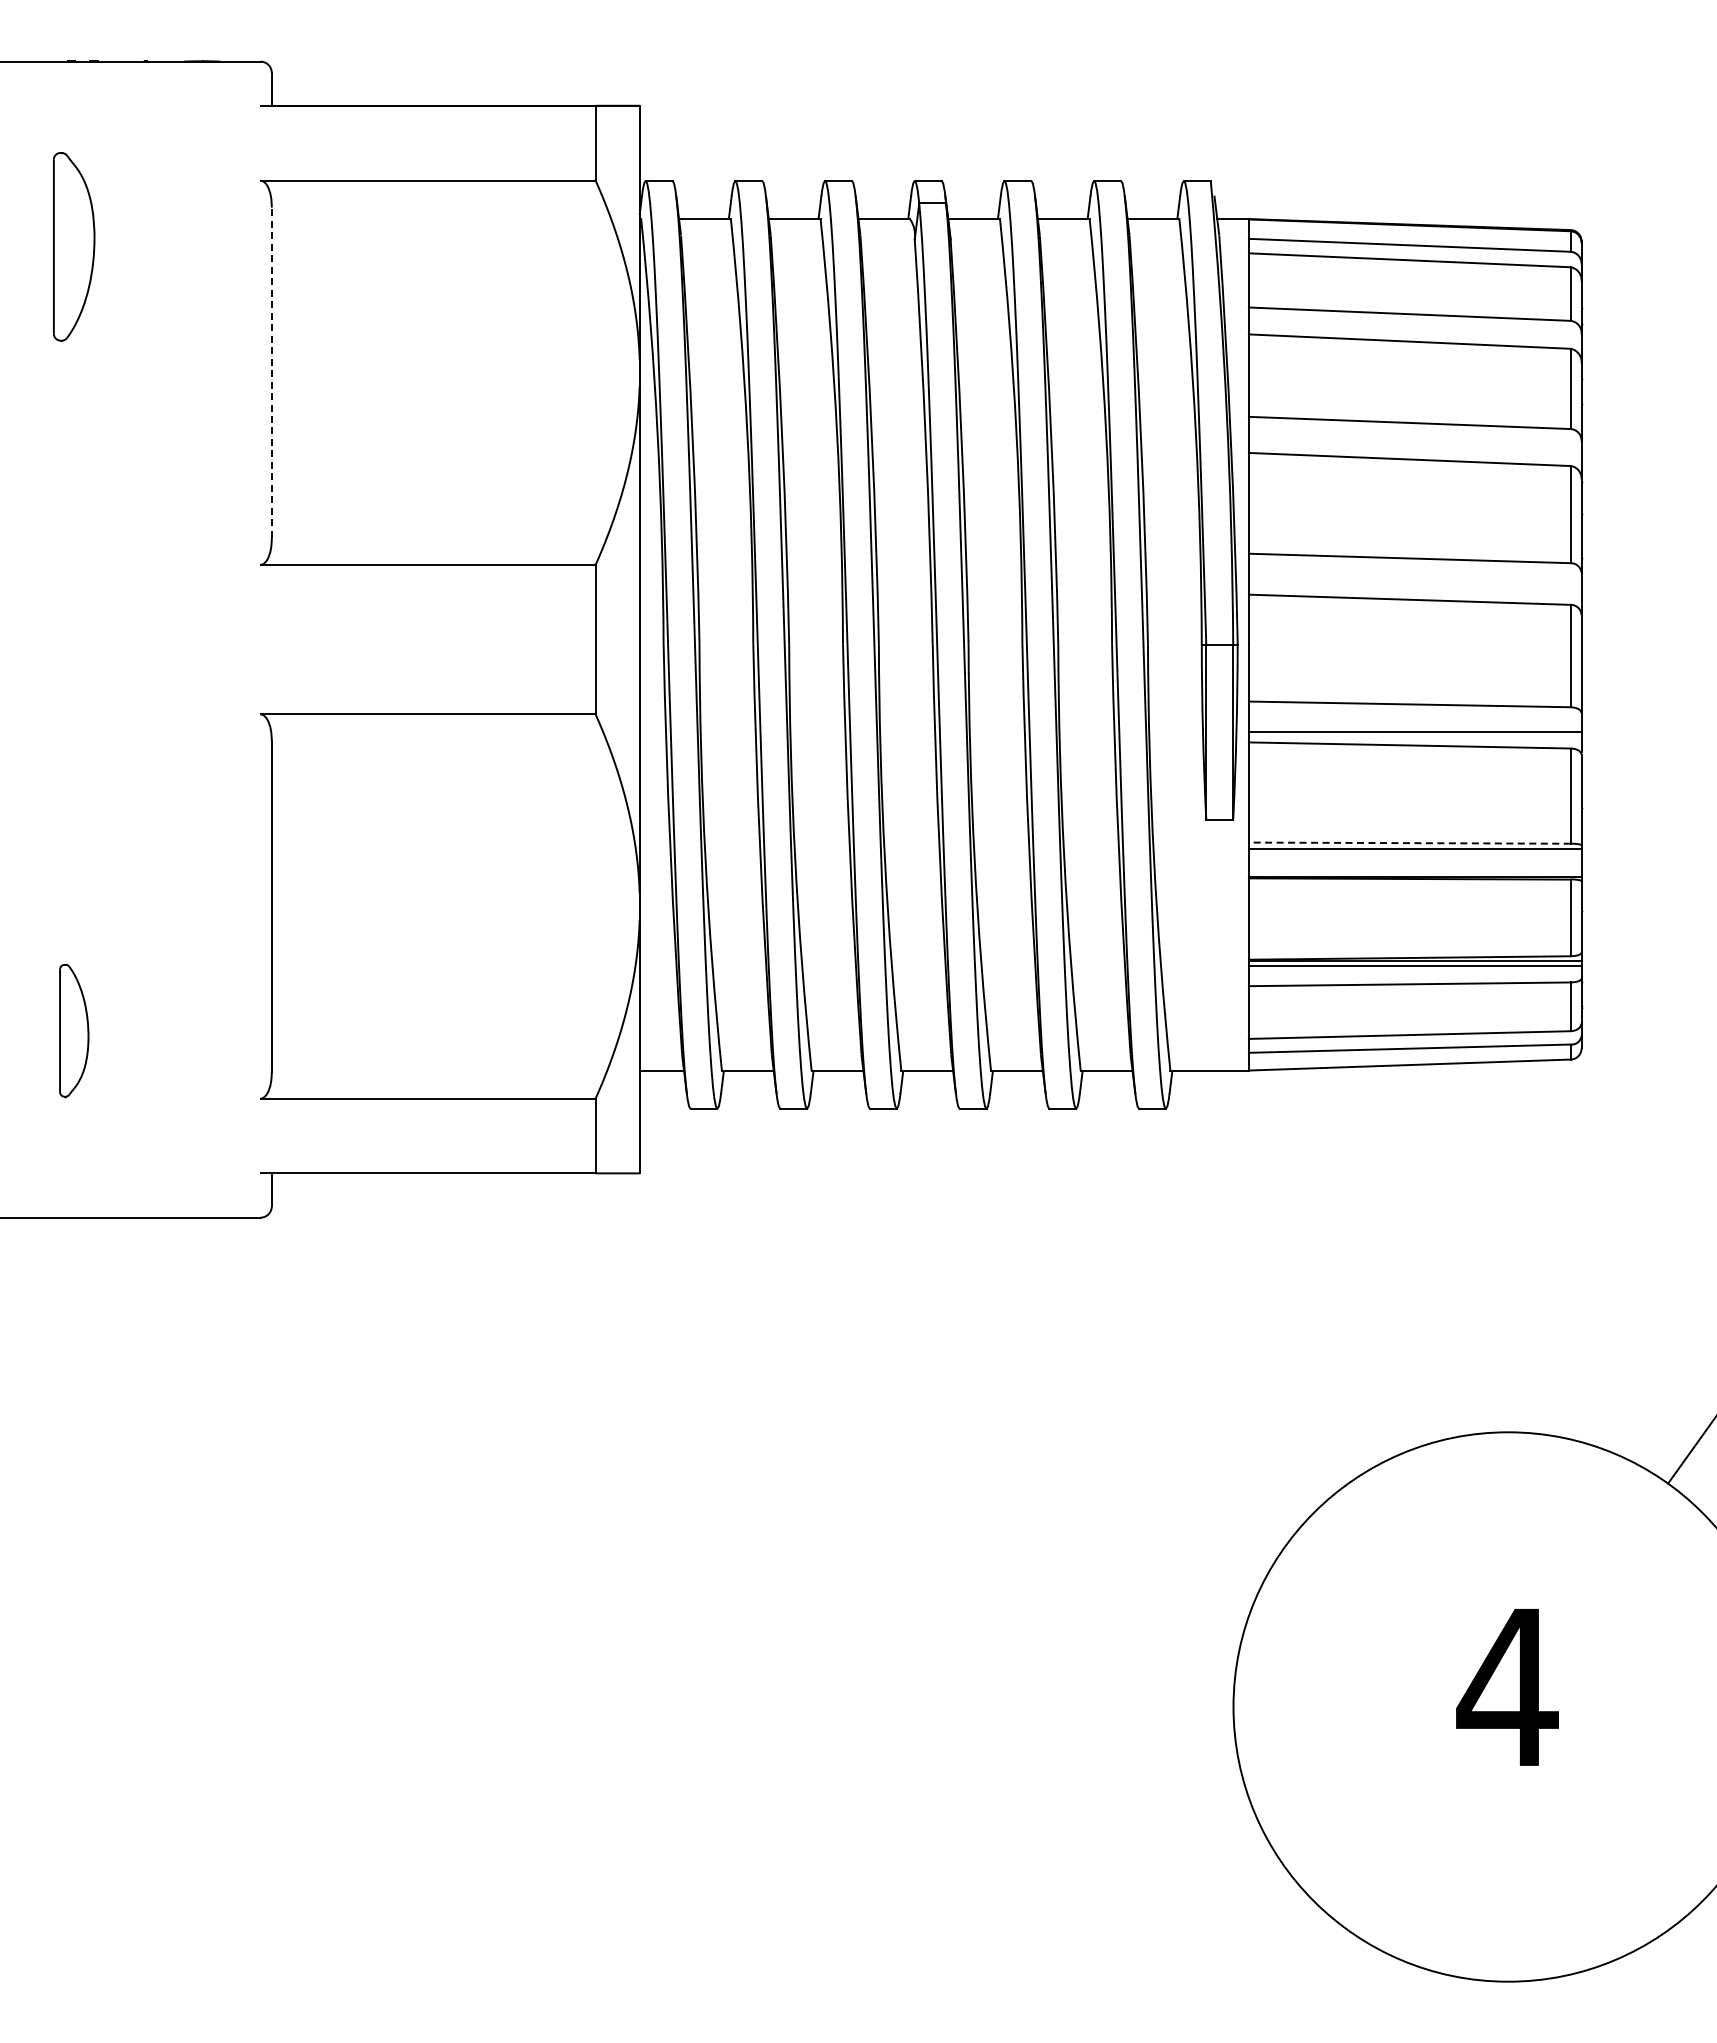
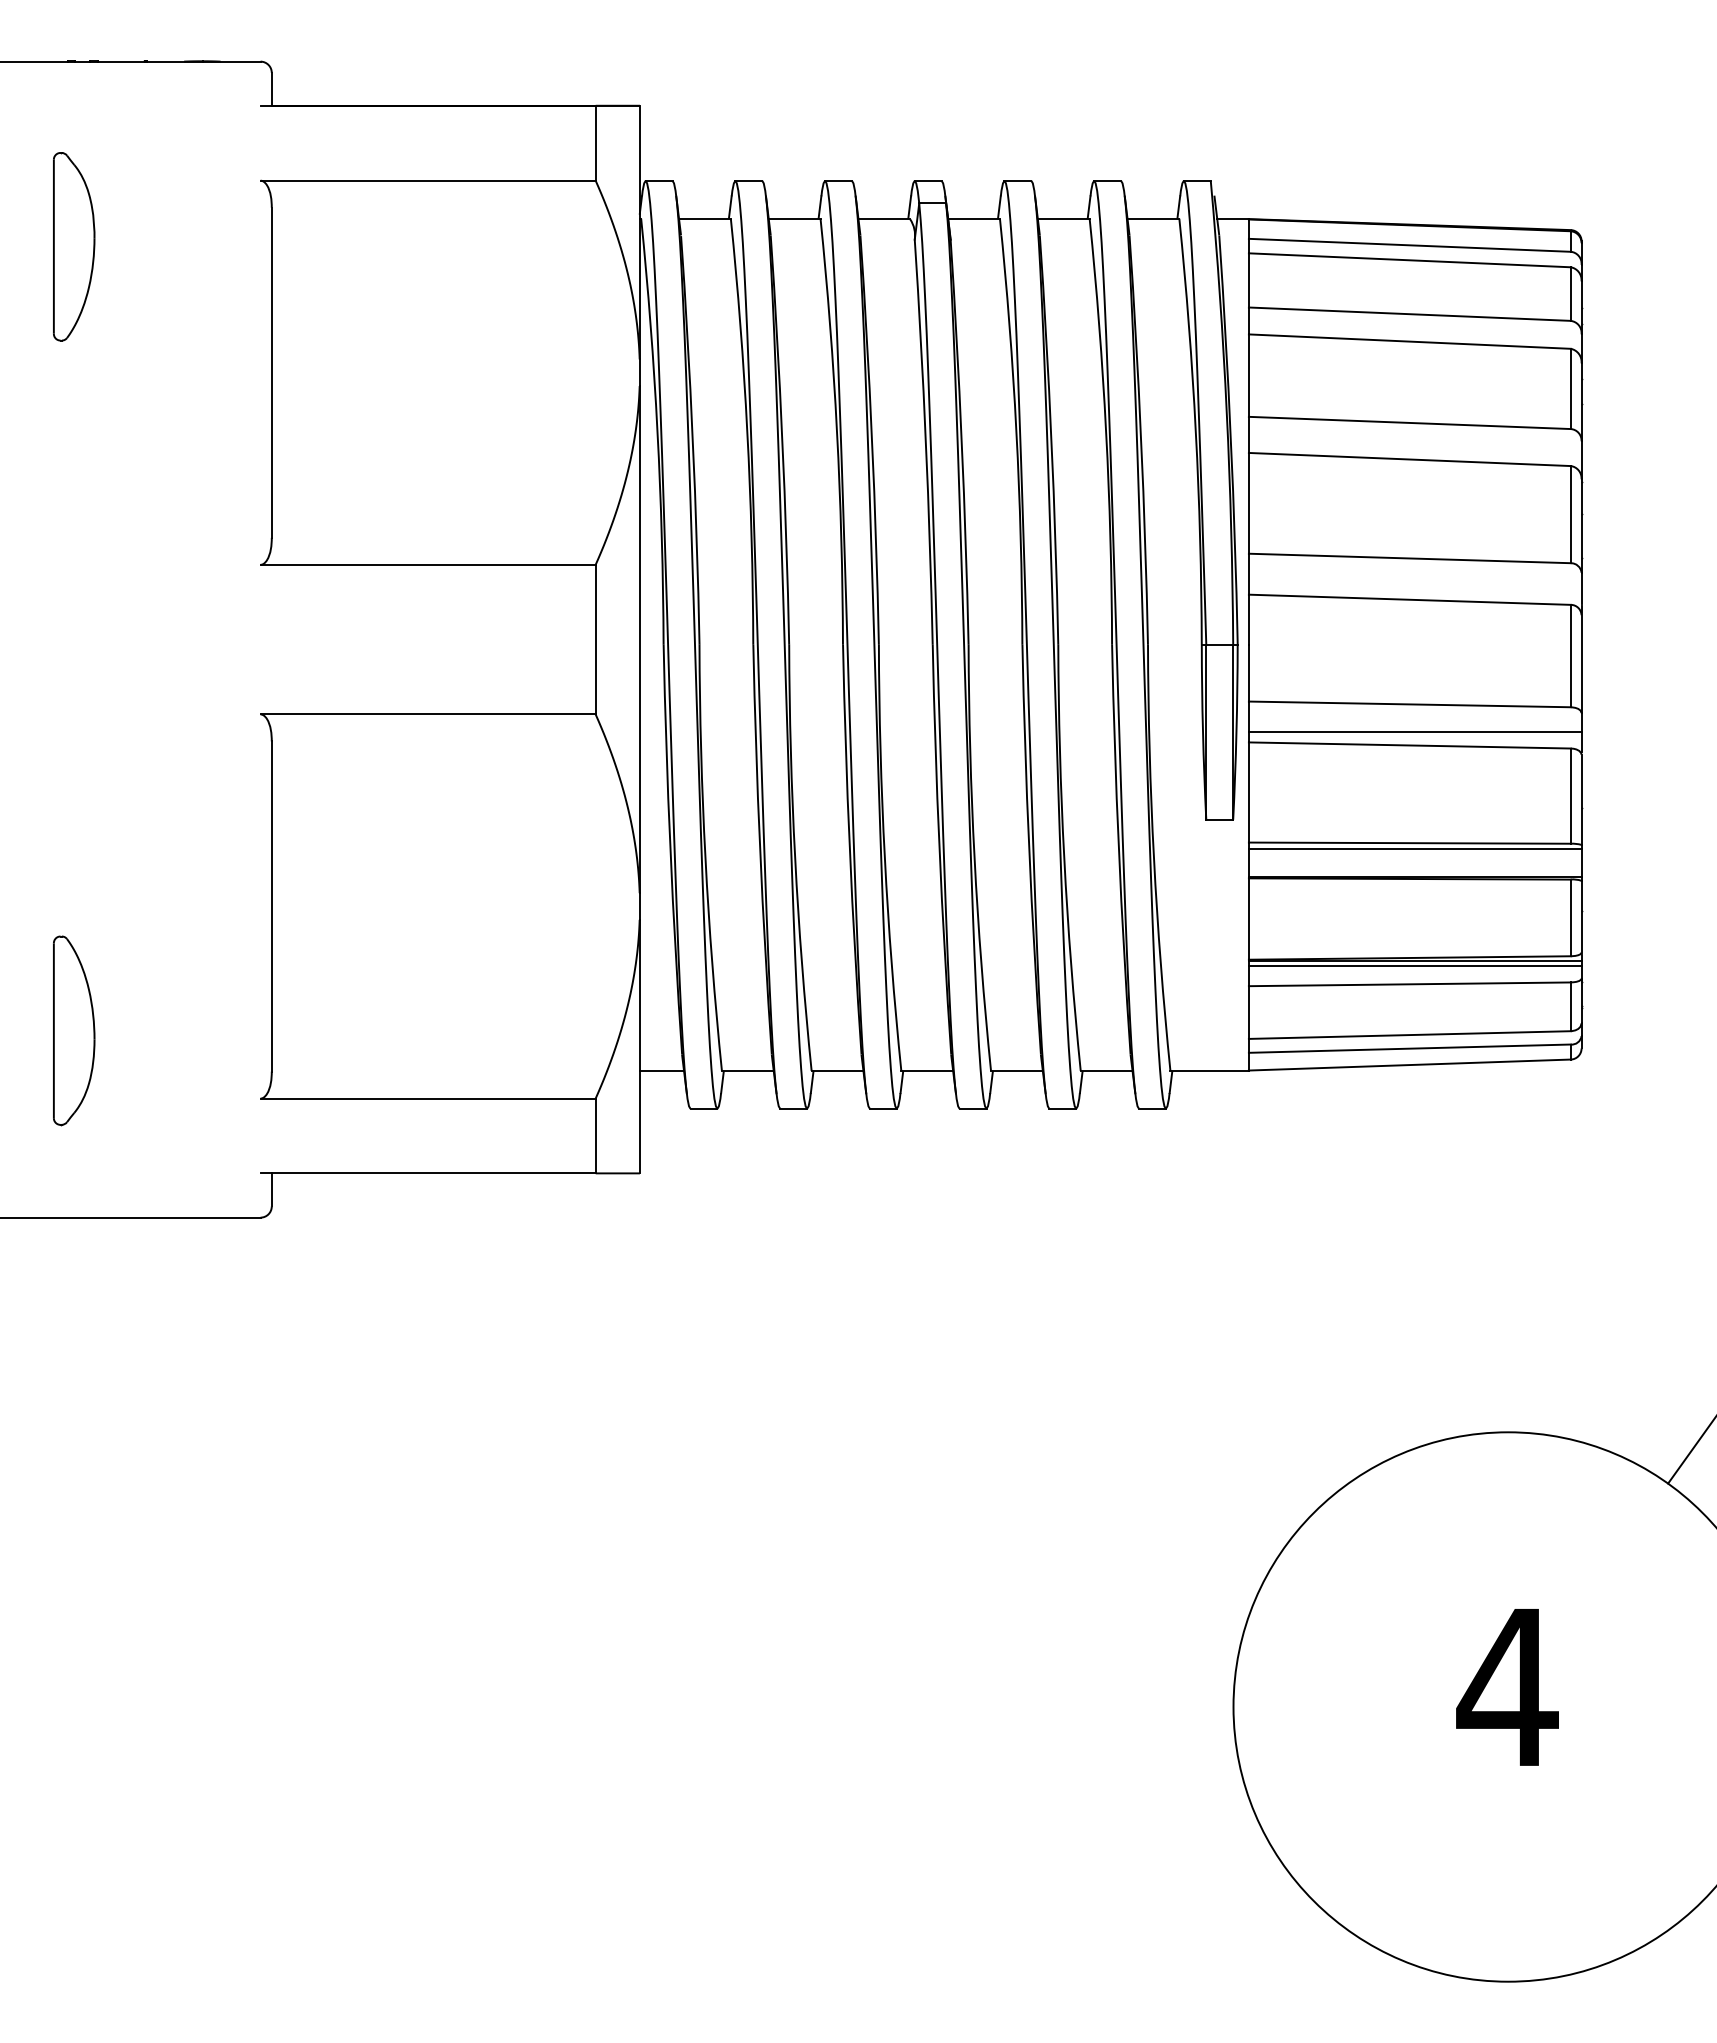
line at (271, 372): dashed -> solid
line at (1409, 843): dashed -> solid
part at (74, 1031) size: 31x135 px -> 43x192 px
